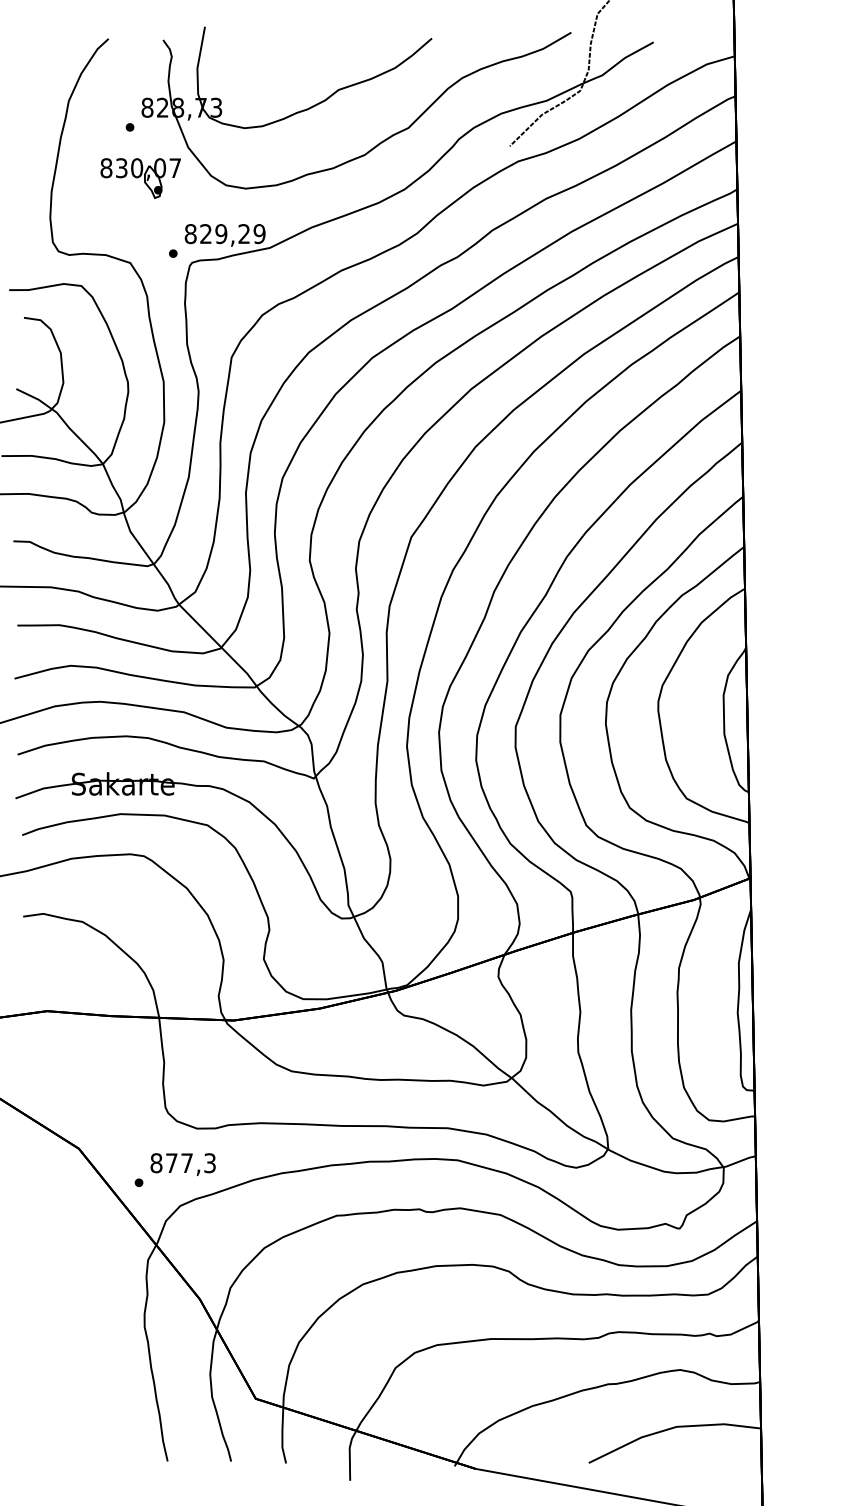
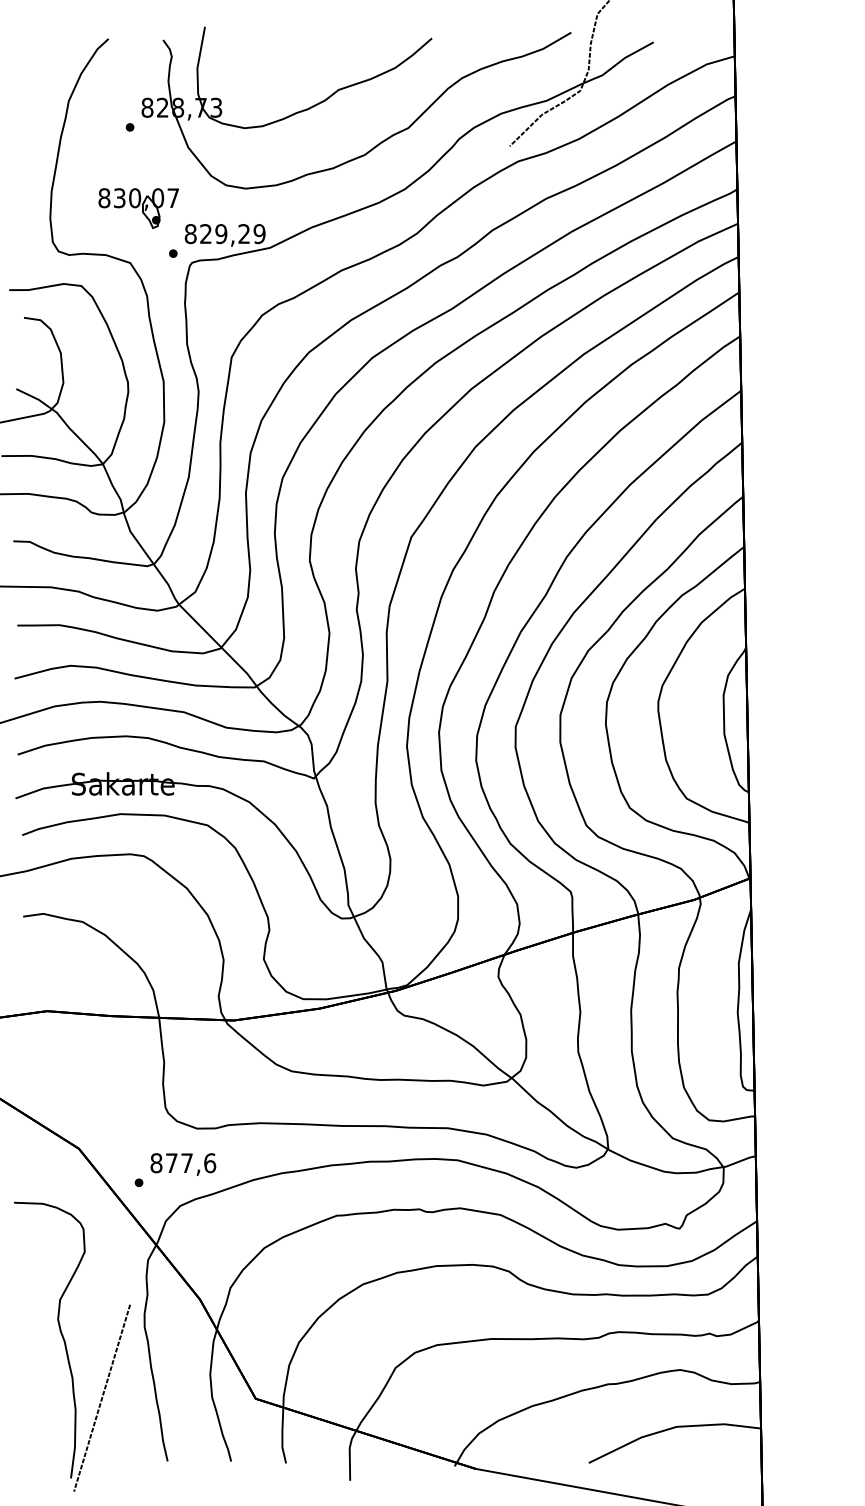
part at (140, 178) position: (140, 178) -> (138, 208)
text at (210, 1163): 877,3 -> 877,6
part at (72, 1346): none -> present
